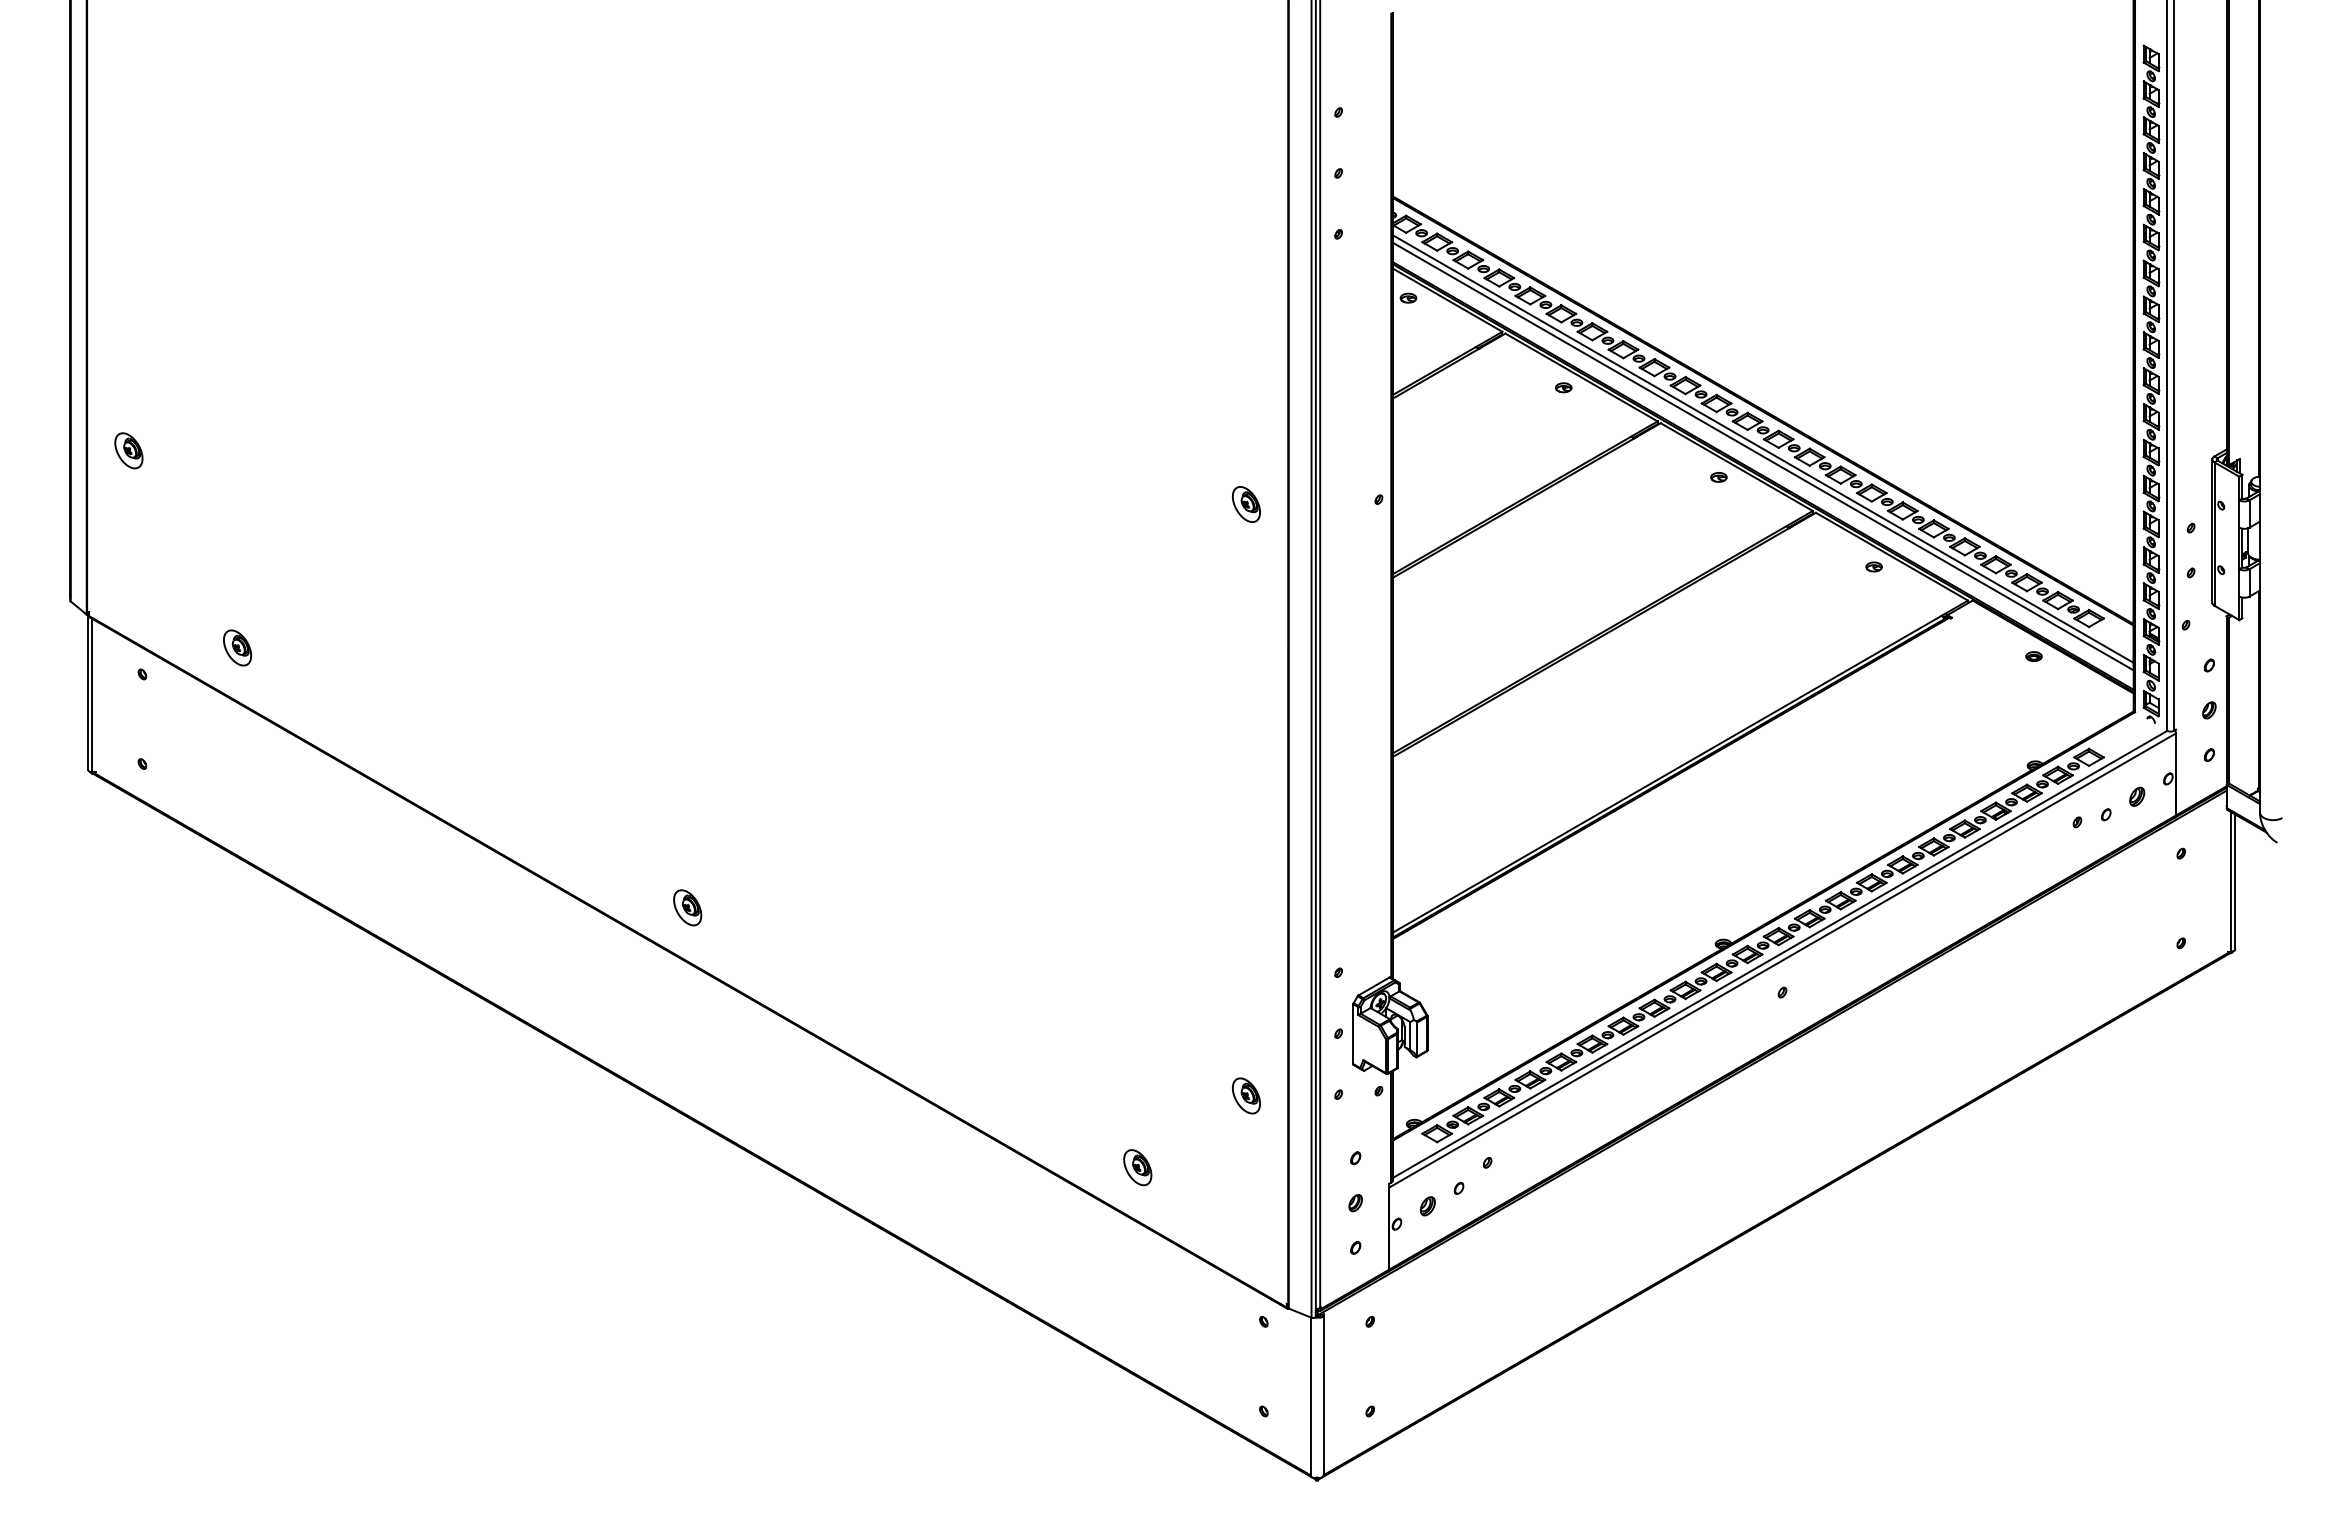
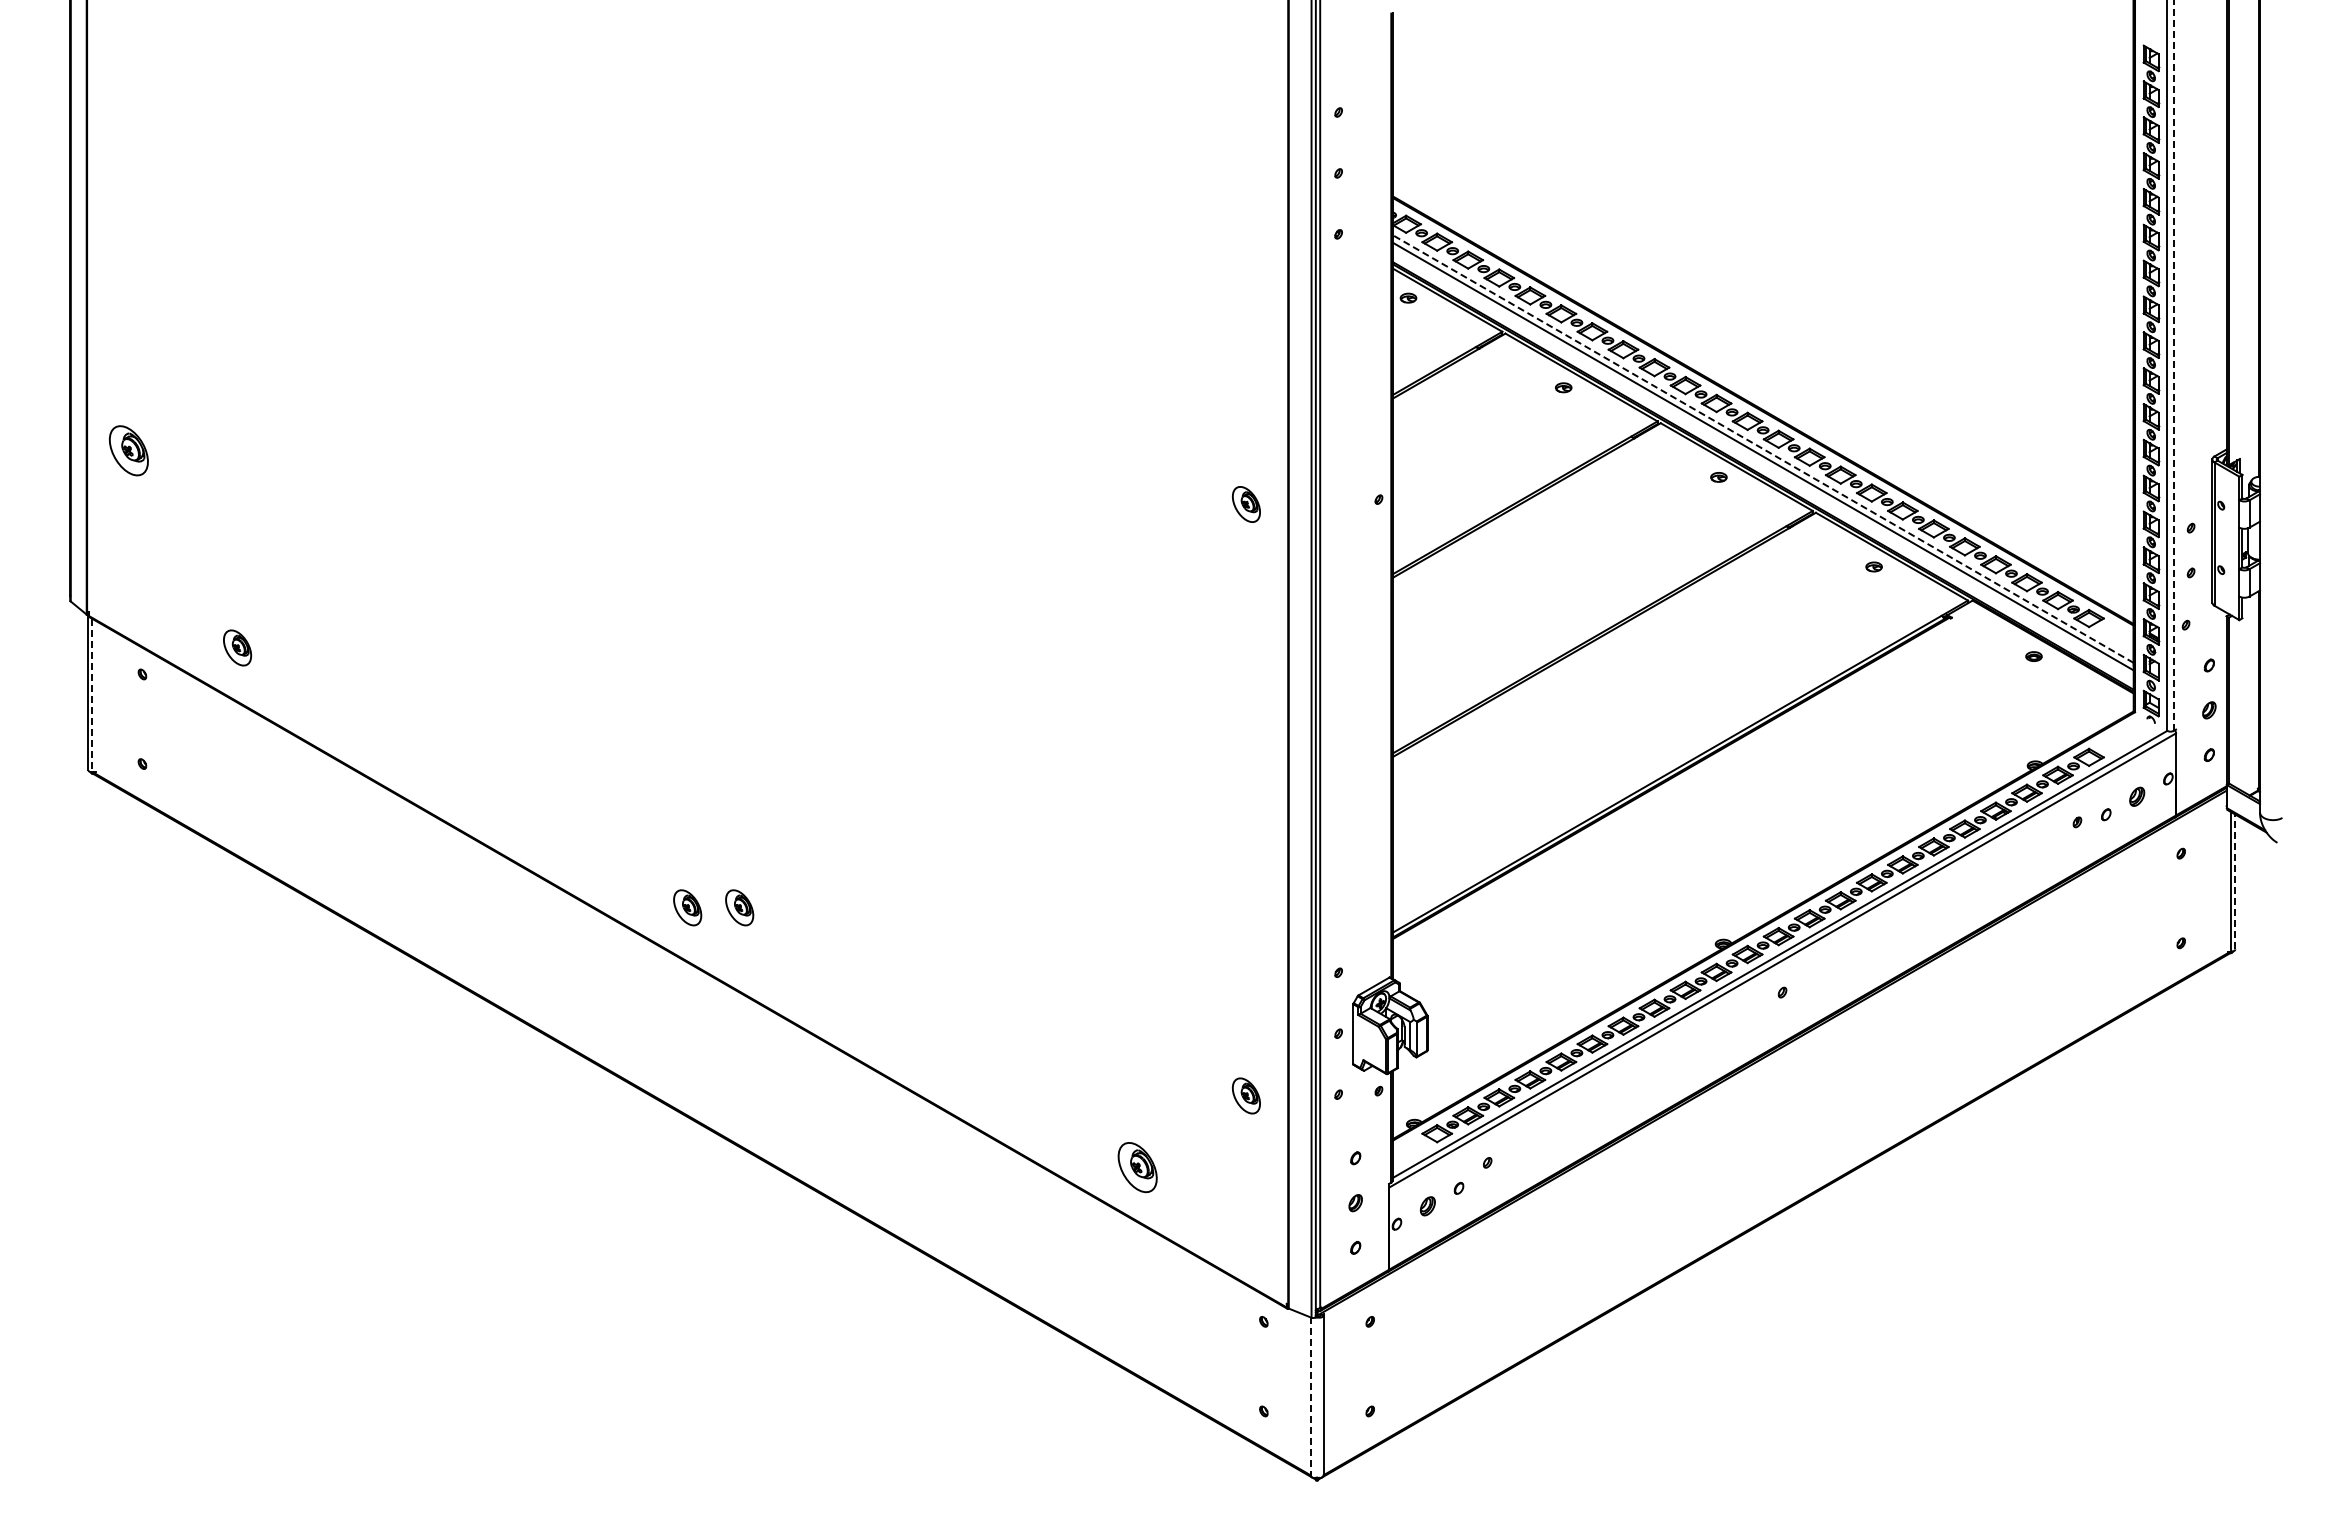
line at (2173, 365): solid -> dashed
line at (1763, 449): solid -> dashed
part at (128, 450) size: 30x38 px -> 41x52 px
line at (92, 695): solid -> dashed
line at (2235, 881): solid -> dashed
part at (739, 907): none -> present
part at (1137, 1167) size: 30x38 px -> 41x52 px
line at (1310, 1397): solid -> dashed
